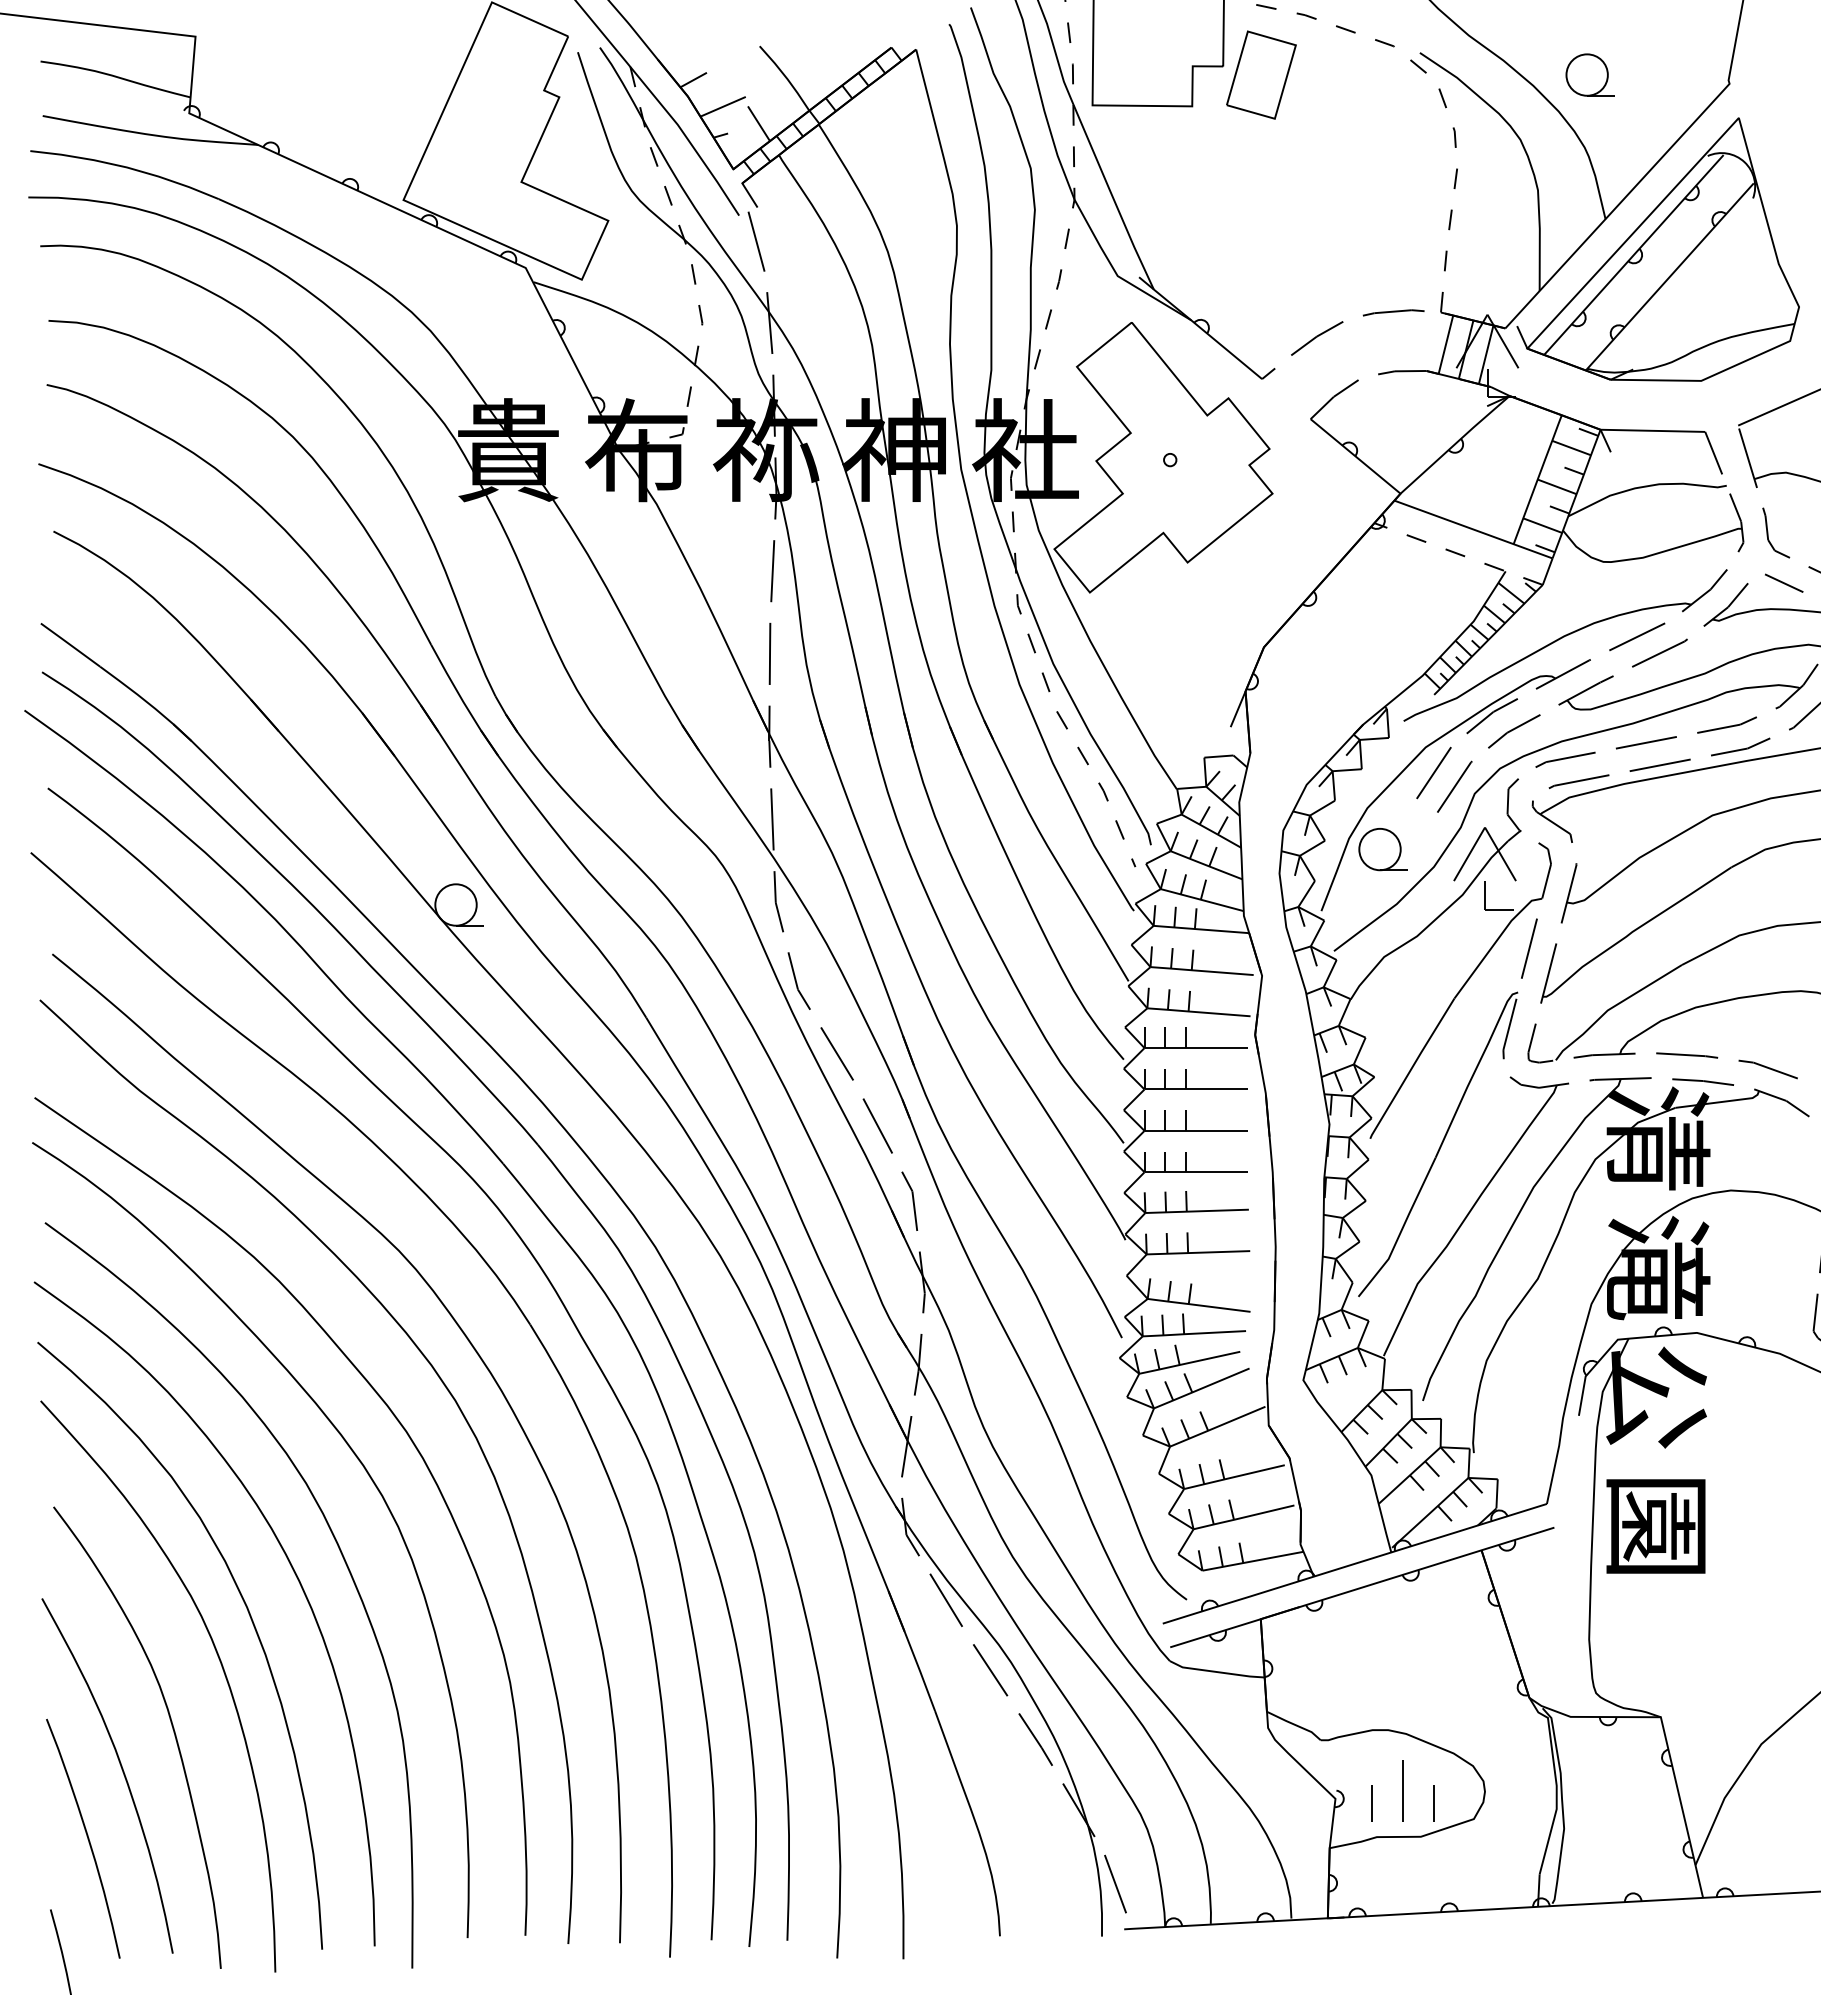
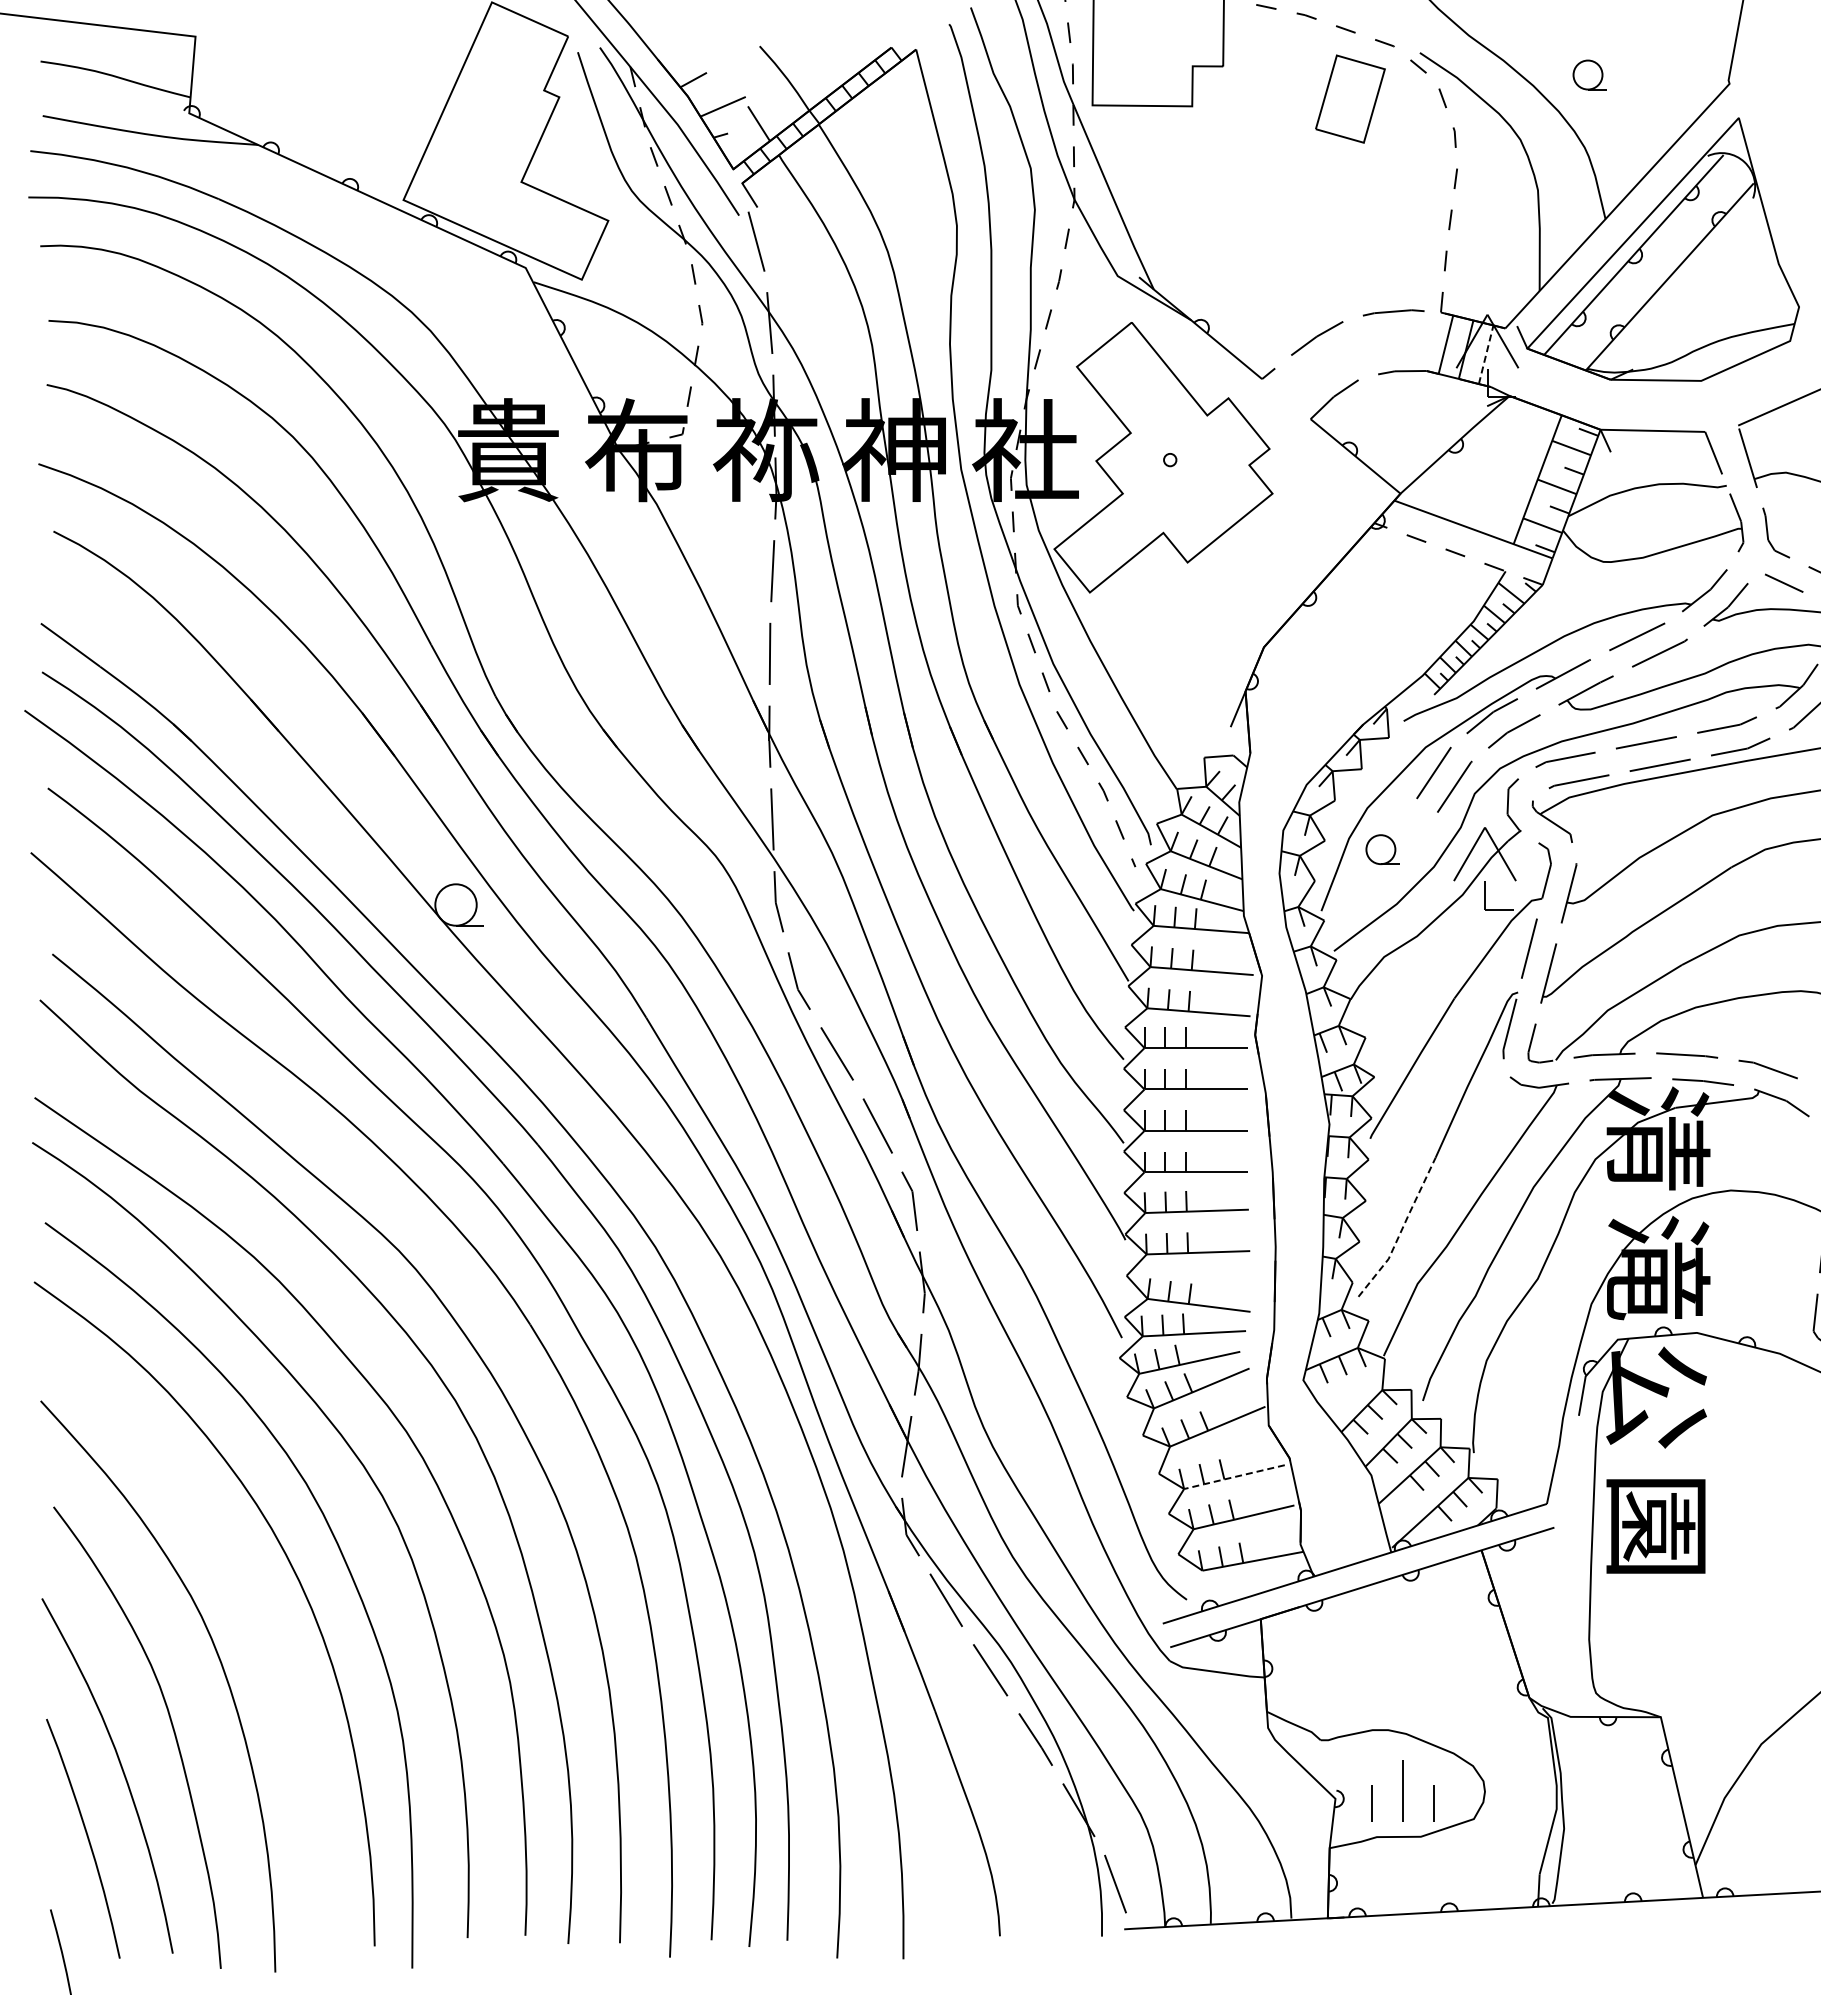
part at (1261, 74) position: (1261, 74) -> (1350, 98)
part at (1589, 74) size: 50x44 px -> 35x32 px
line at (1486, 354): solid -> dashed
part at (1382, 849) size: 50x44 px -> 35x31 px
line at (1401, 1230): solid -> dashed
line at (1233, 1477): solid -> dashed
curve at (250, 1619): present -> none
